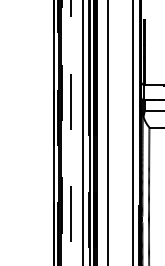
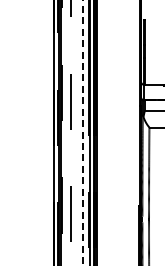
line at (107, 132): present -> none
line at (133, 132): present -> none
line at (83, 133): solid -> dashed
